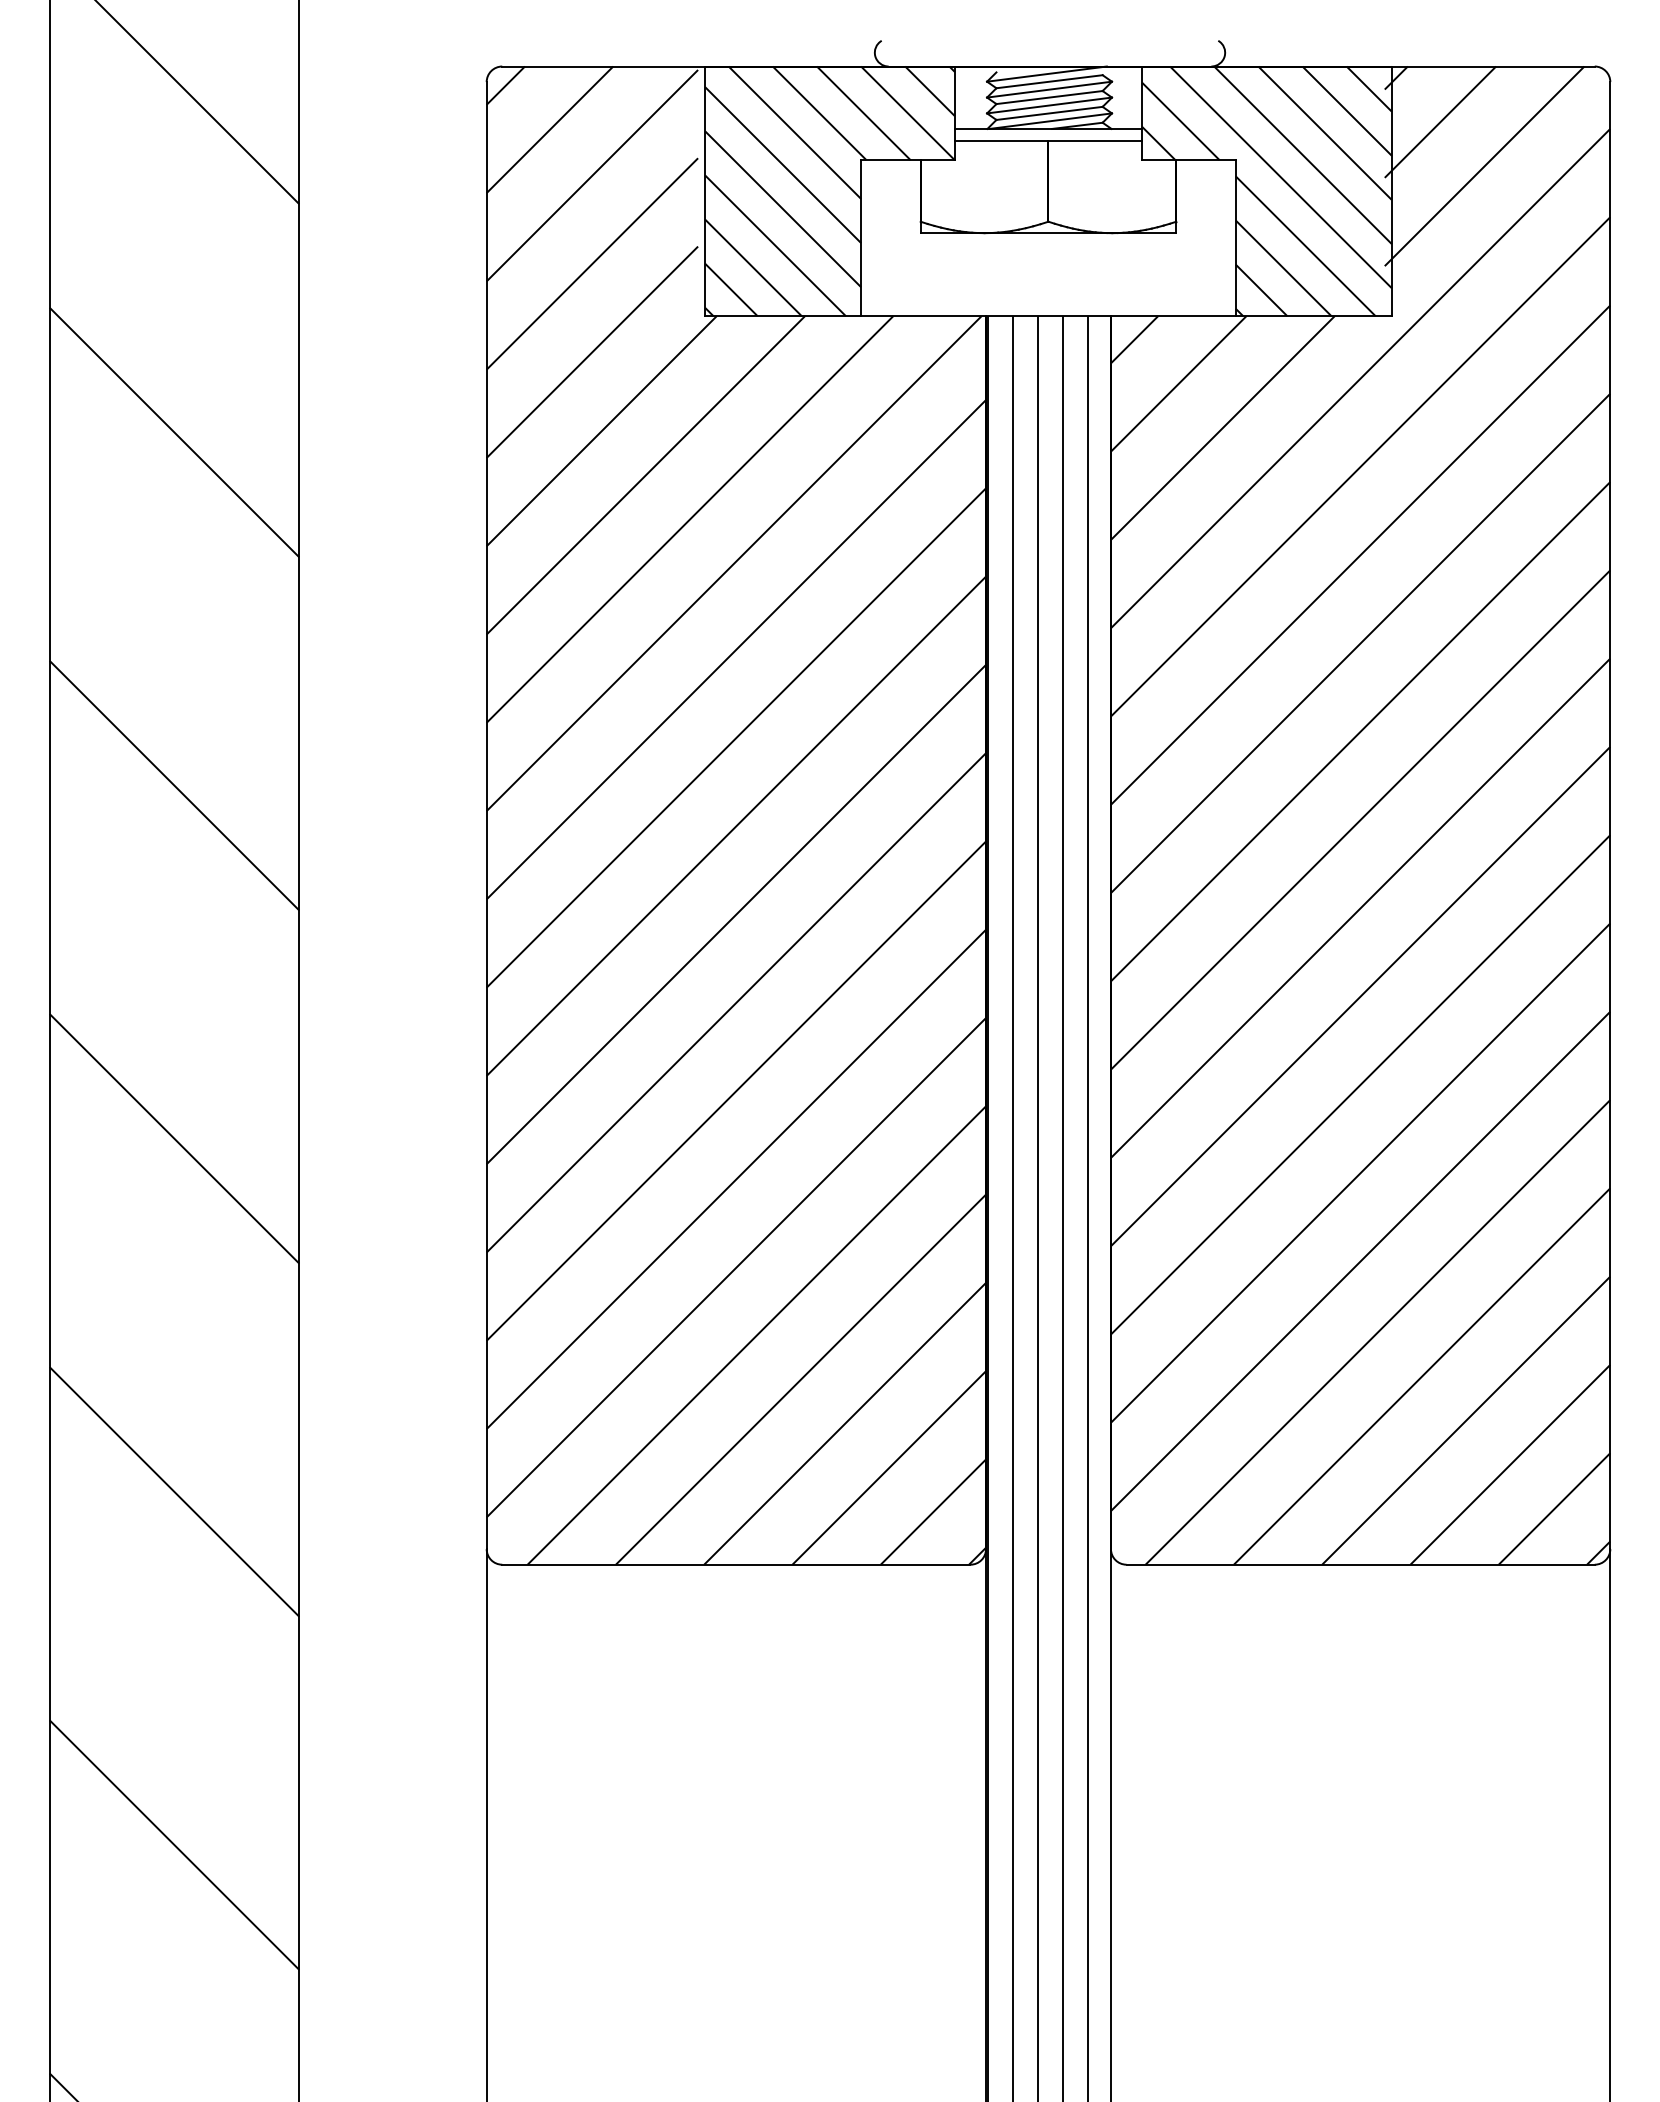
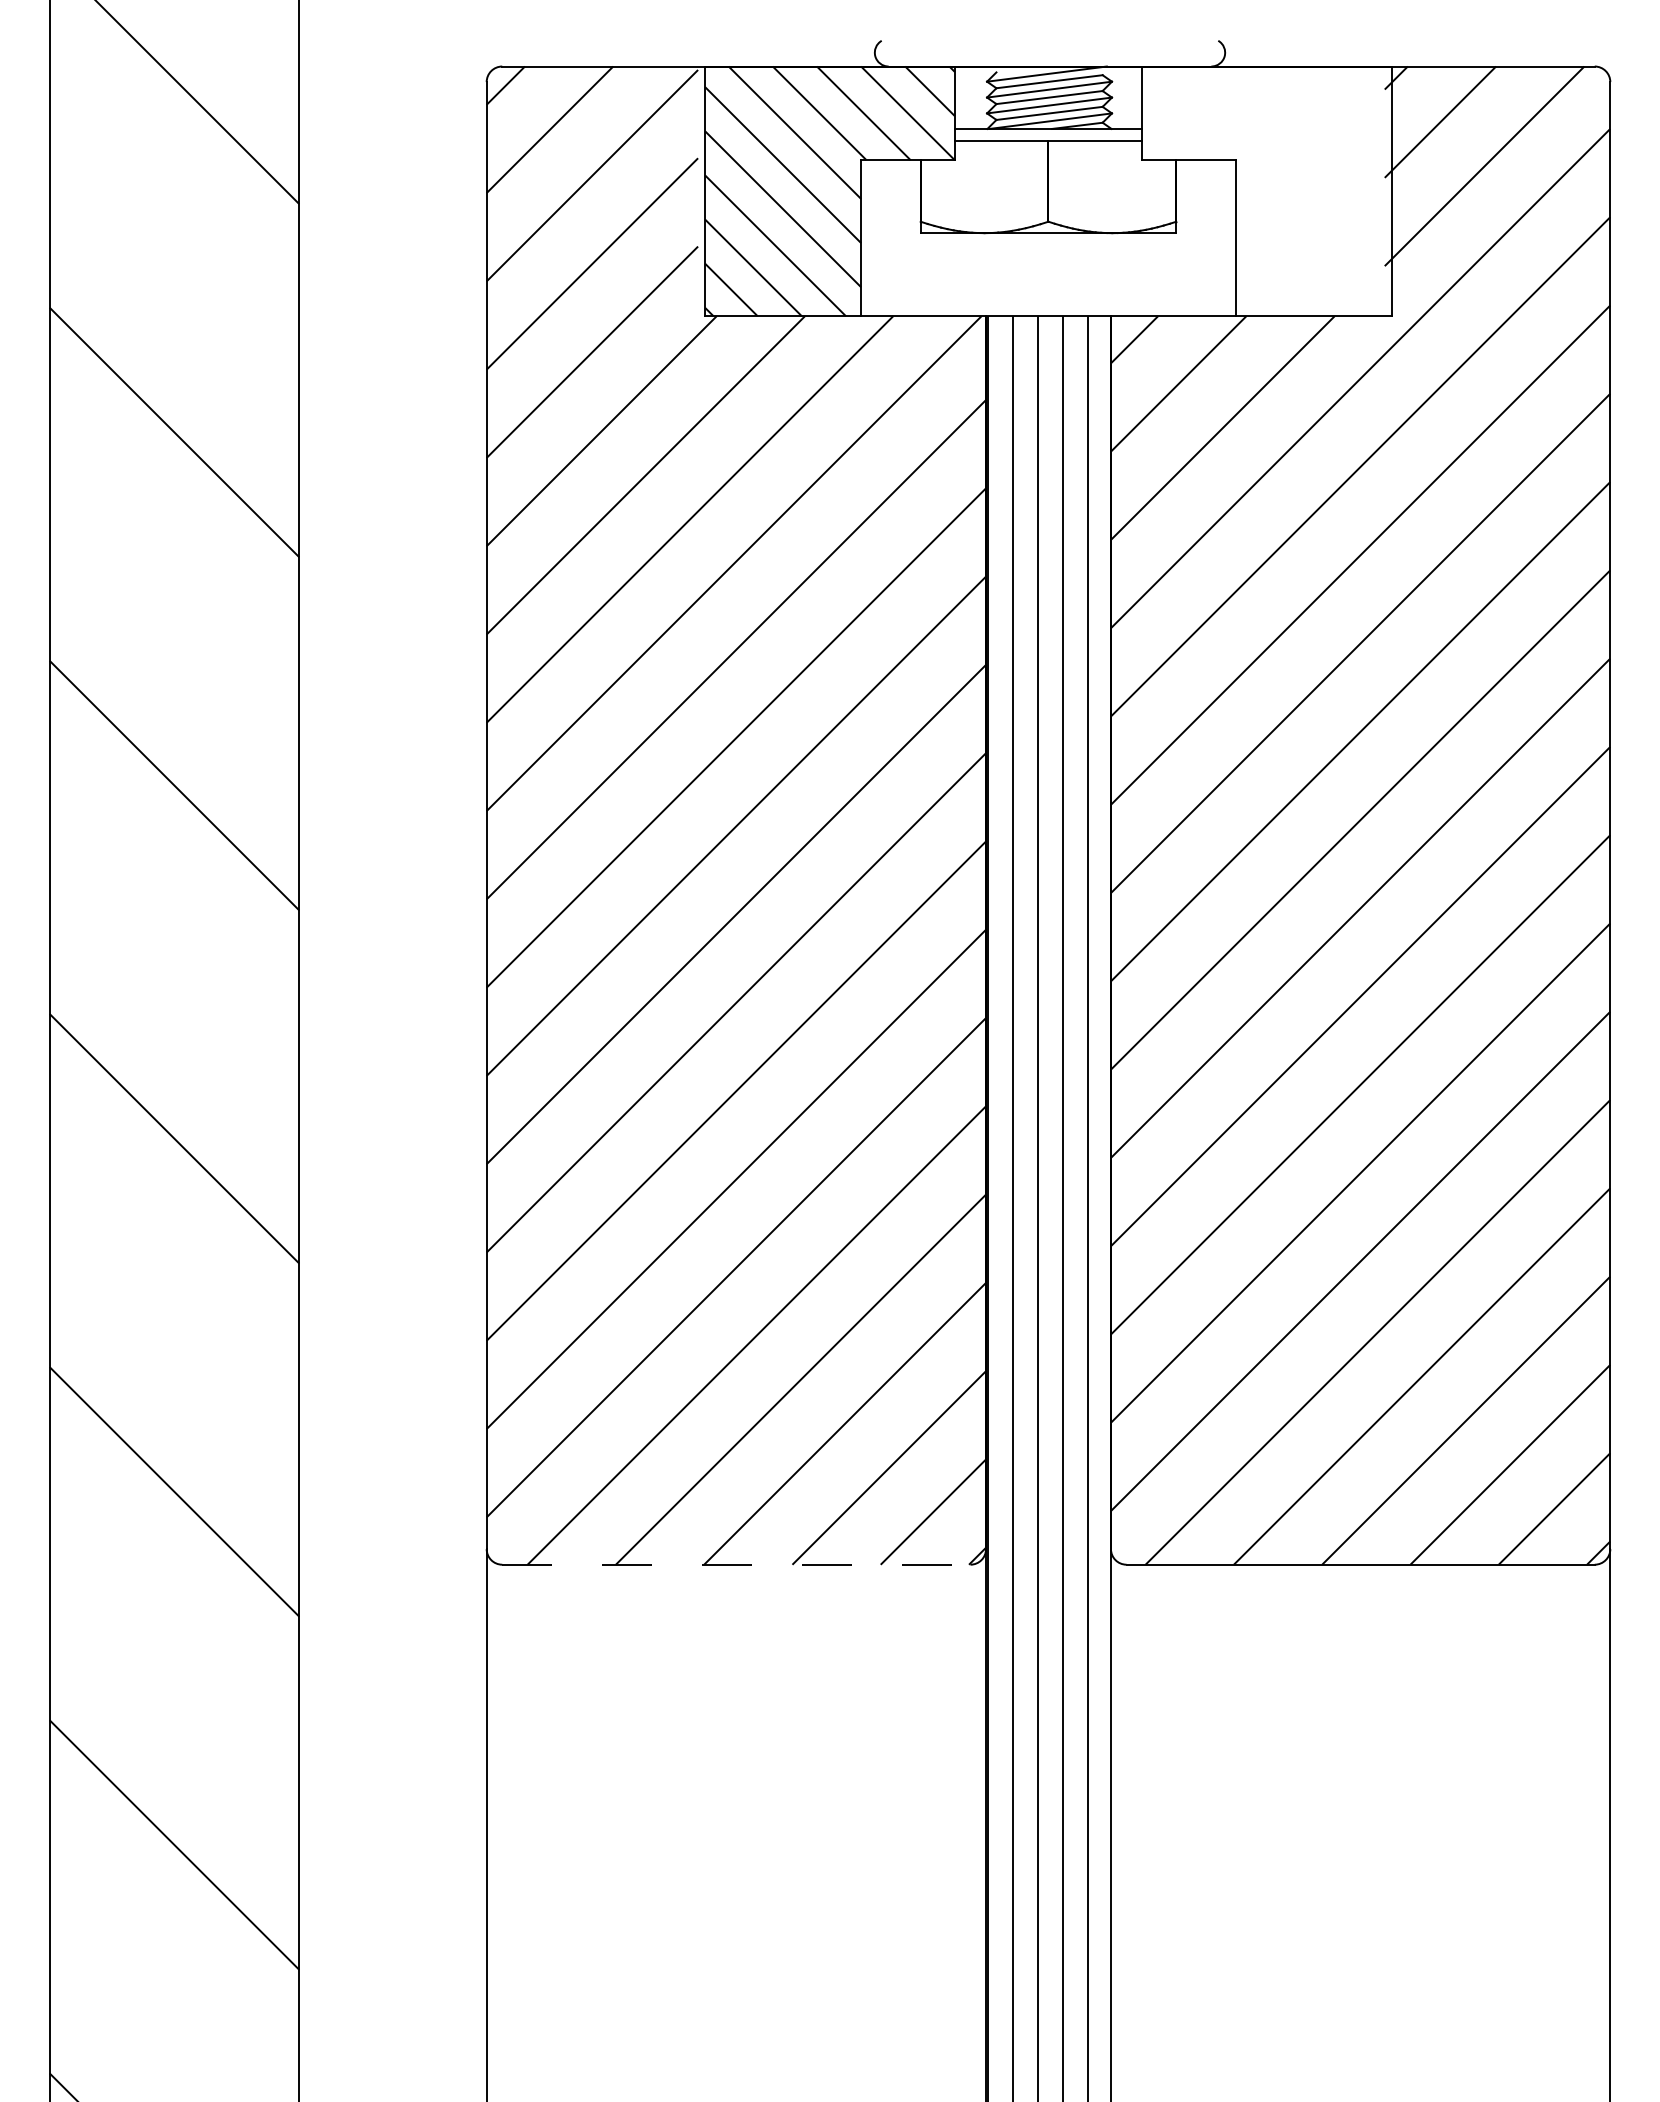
hatch at (1266, 191): present -> none
line at (736, 1564): solid -> dashed
